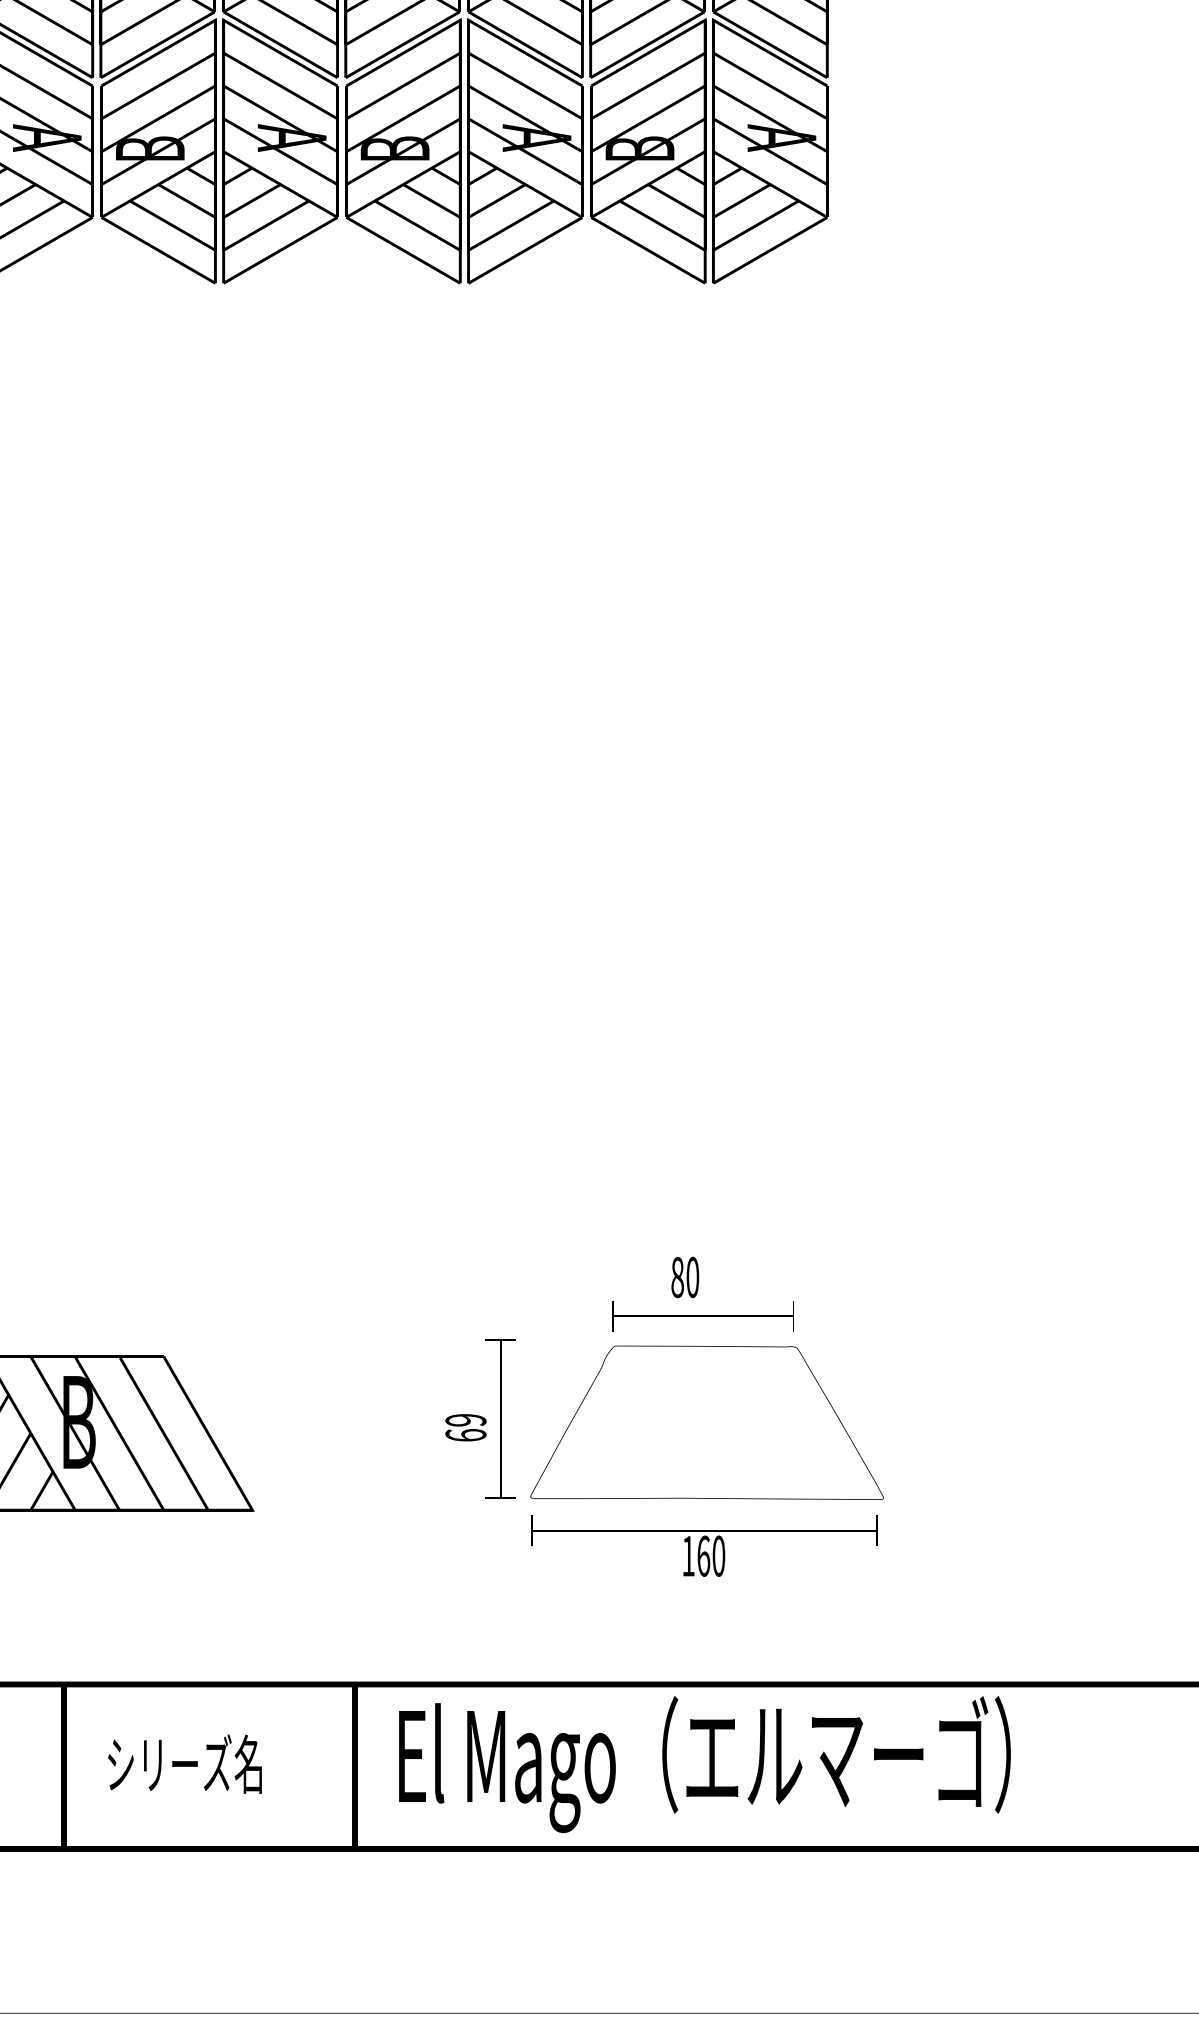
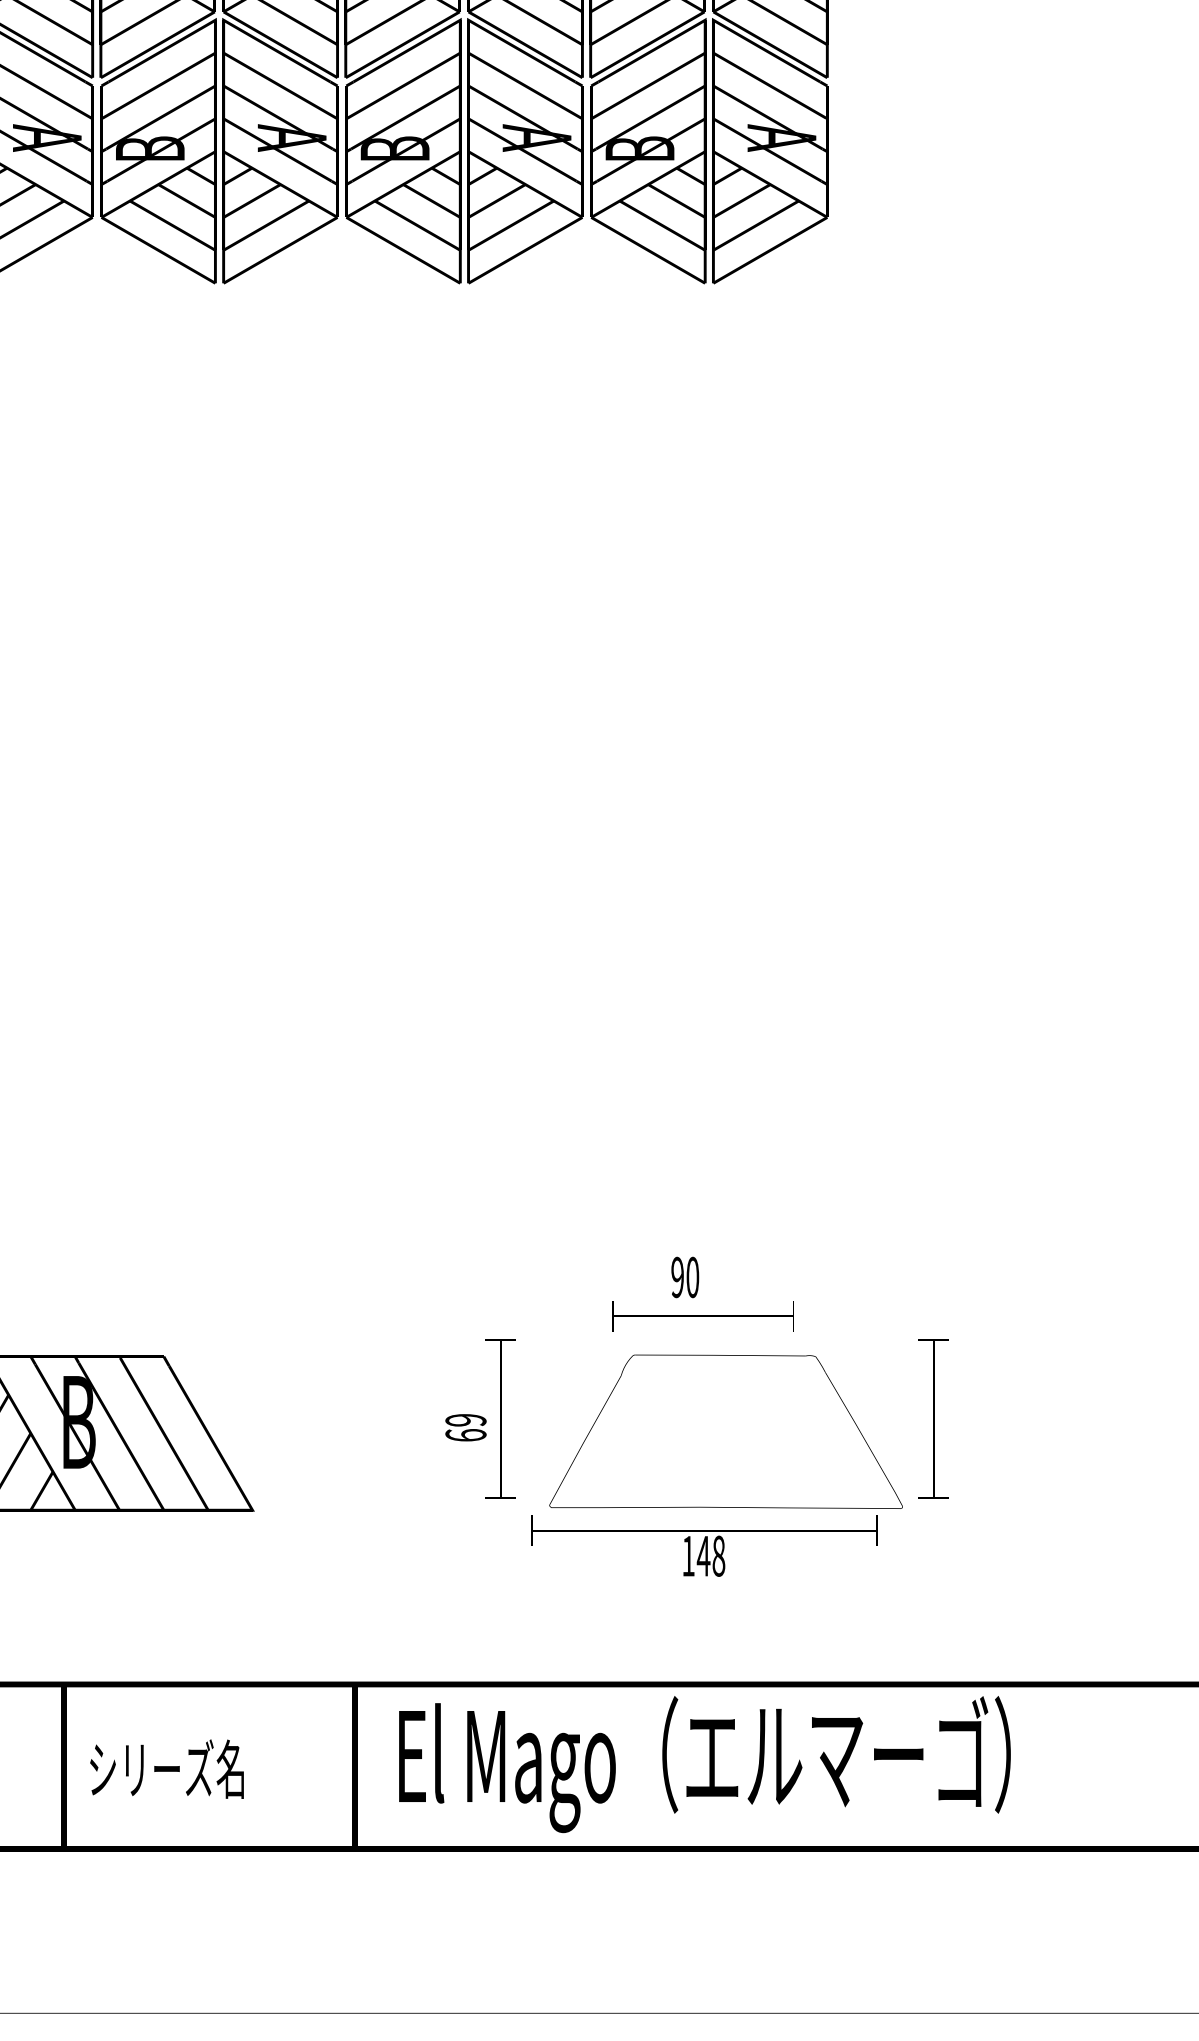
text at (677, 1277): 80 -> 90
part at (933, 1418): none -> present
part at (706, 1422) position: (706, 1422) -> (725, 1431)
text at (710, 1555): 160 -> 148
text at (184, 1763) position: (184, 1763) -> (166, 1768)
